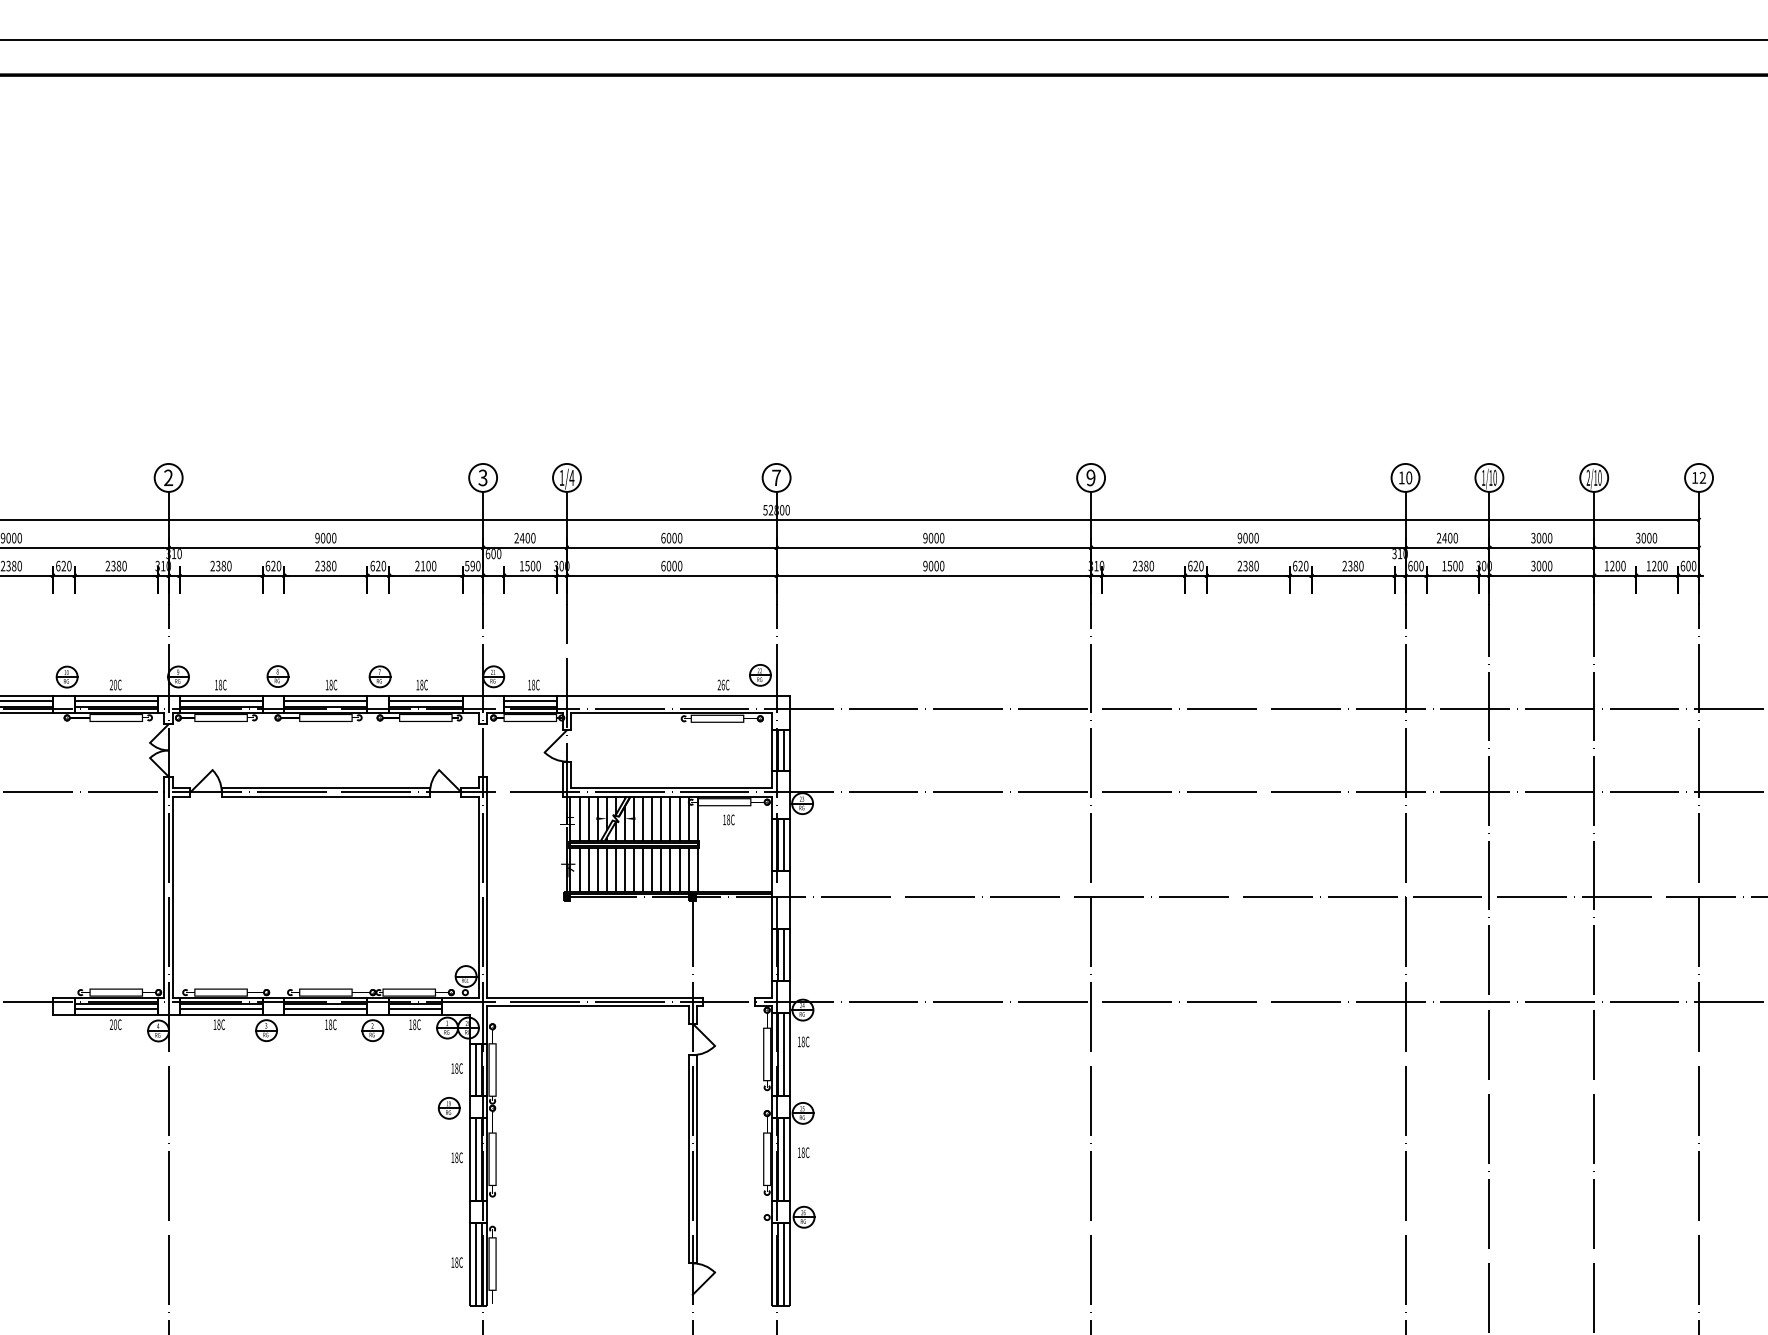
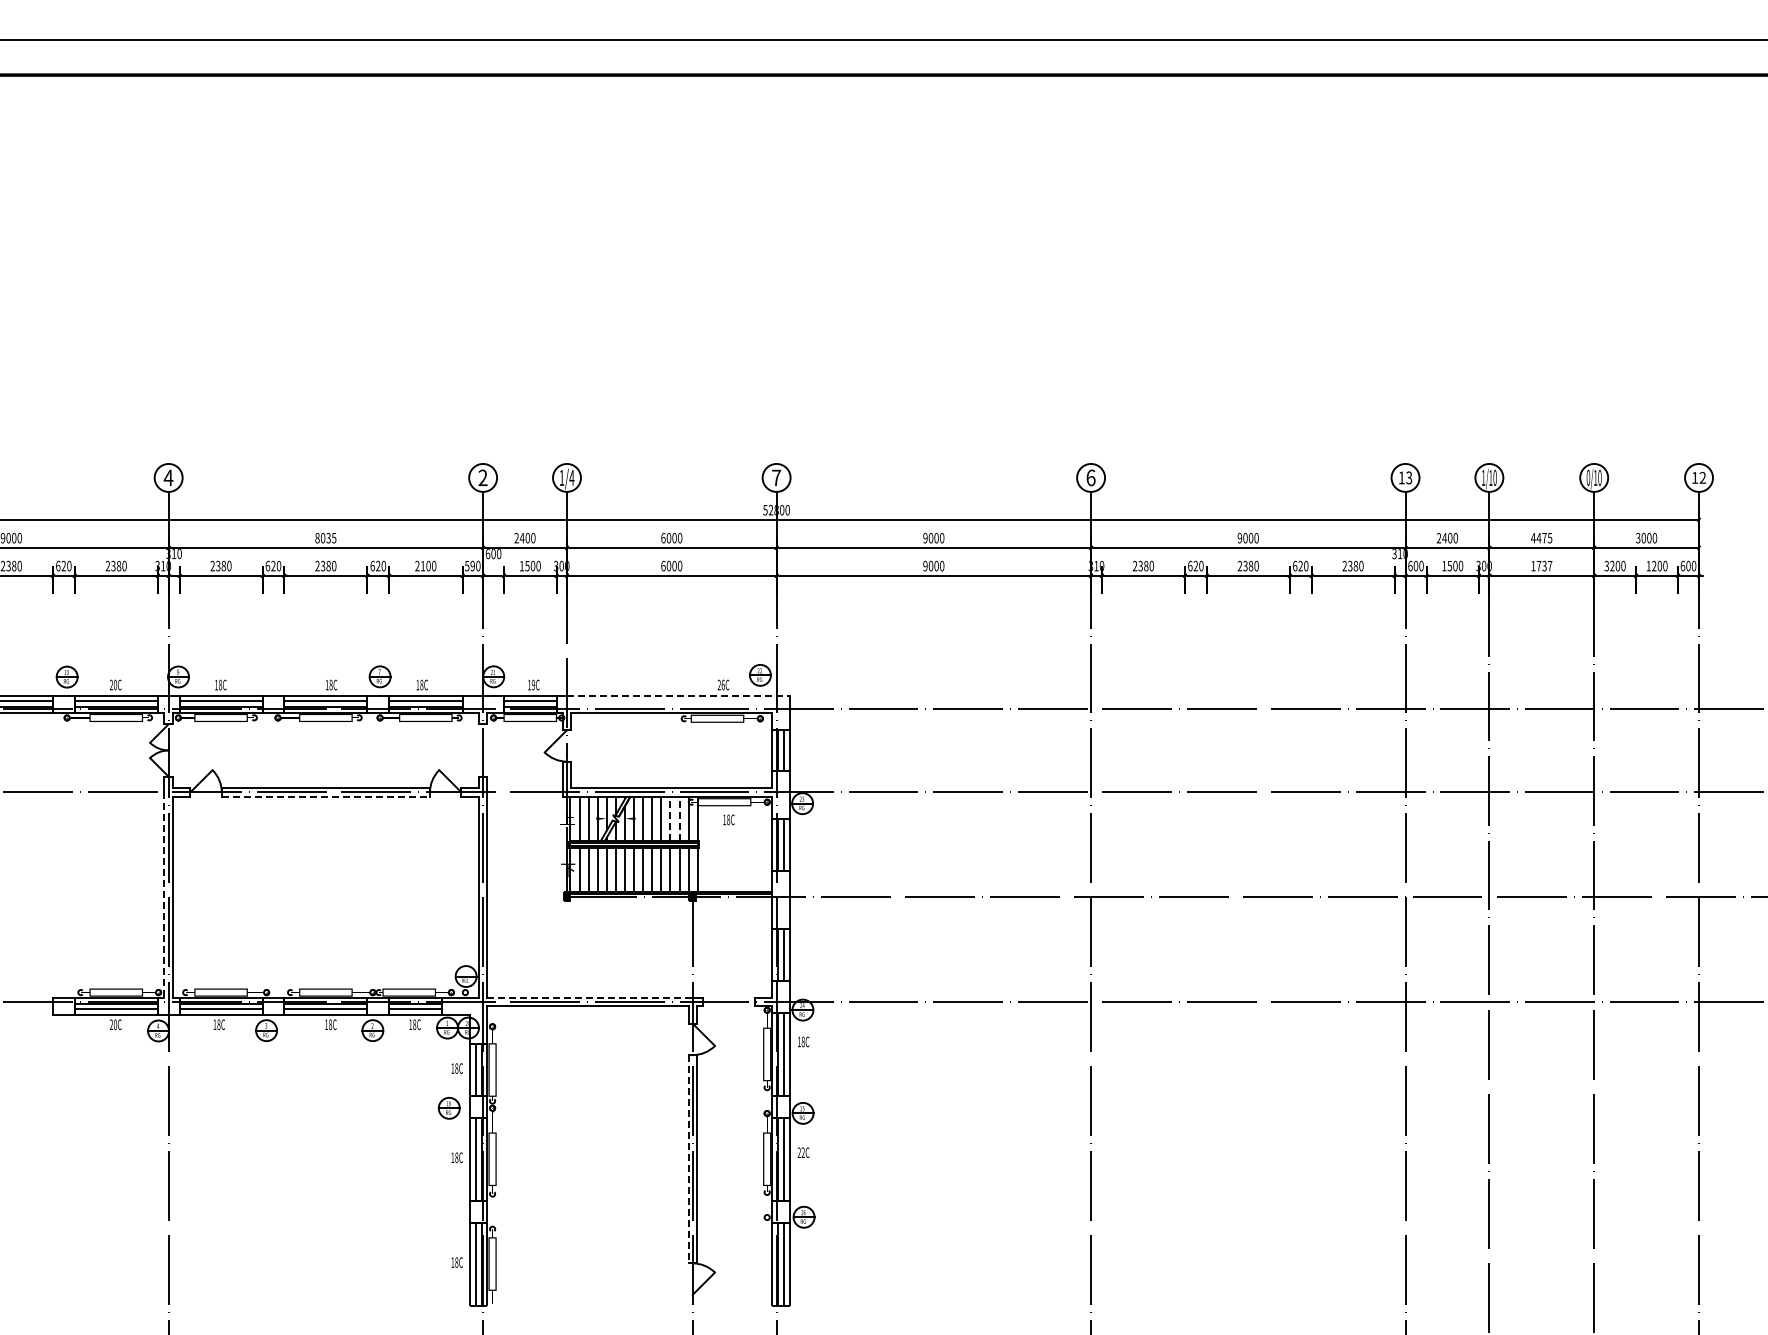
text at (168, 477): 2 -> 4
text at (1090, 477): 9 -> 6
text at (1409, 477): 10 -> 13
text at (1588, 477): 2/10 -> 0/10
text at (482, 478): 3 -> 2
text at (325, 537): 9000 -> 8035
text at (1541, 537): 3000 -> 4475
text at (1541, 565): 3000 -> 1737
text at (1606, 565): 1200 -> 3200
part at (277, 676): present -> none
text at (533, 685): 18C -> 19C
line at (678, 695): solid -> dashed
line at (326, 796): solid -> dashed
line at (670, 818): solid -> dashed
line at (679, 818): solid -> dashed
line at (164, 895): solid -> dashed
line at (590, 997): solid -> dashed
text at (800, 1152): 18C -> 22C
line at (688, 1159): solid -> dashed
